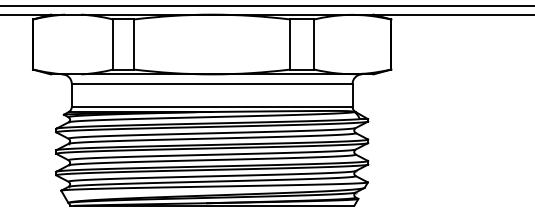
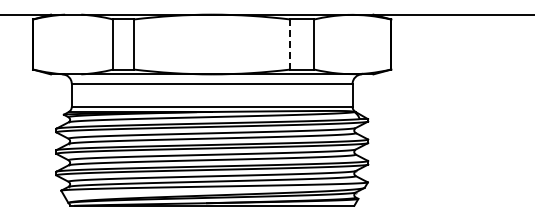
line at (266, 6): present -> none
line at (290, 44): solid -> dashed
